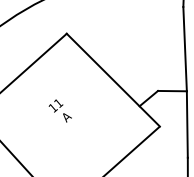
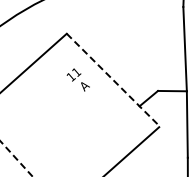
line at (113, 80): solid -> dashed
text at (59, 110) position: (59, 110) -> (77, 79)
line at (16, 159): solid -> dashed
